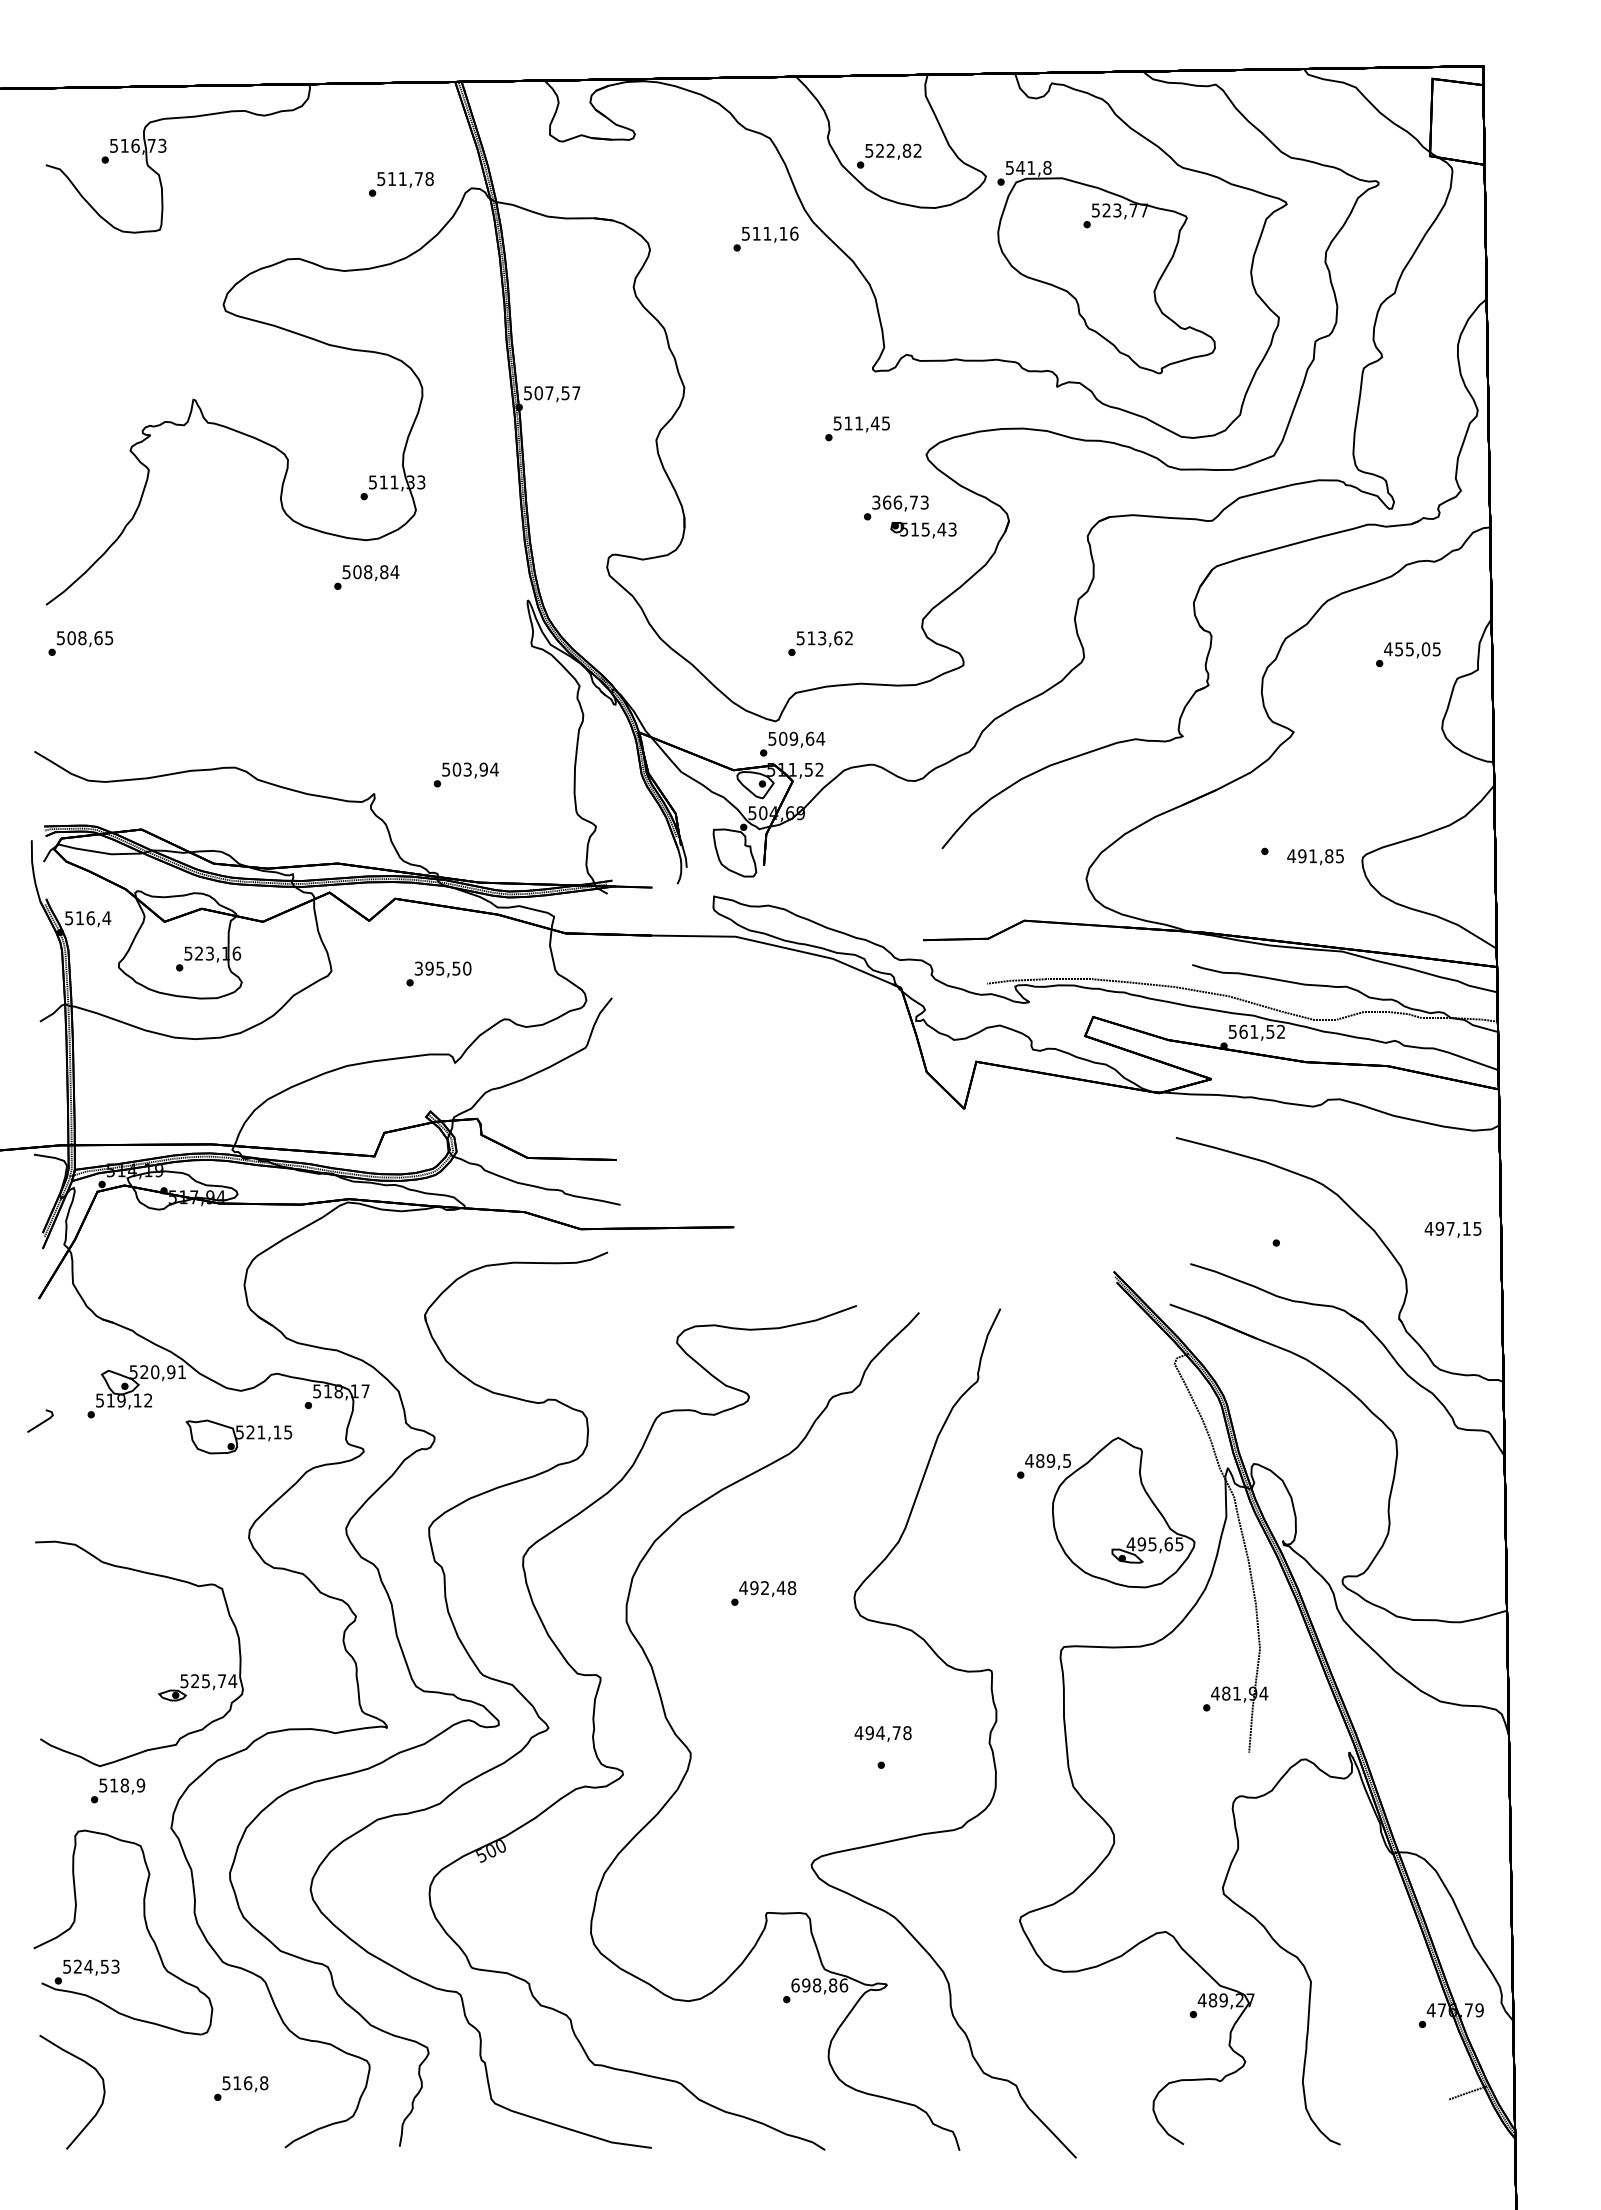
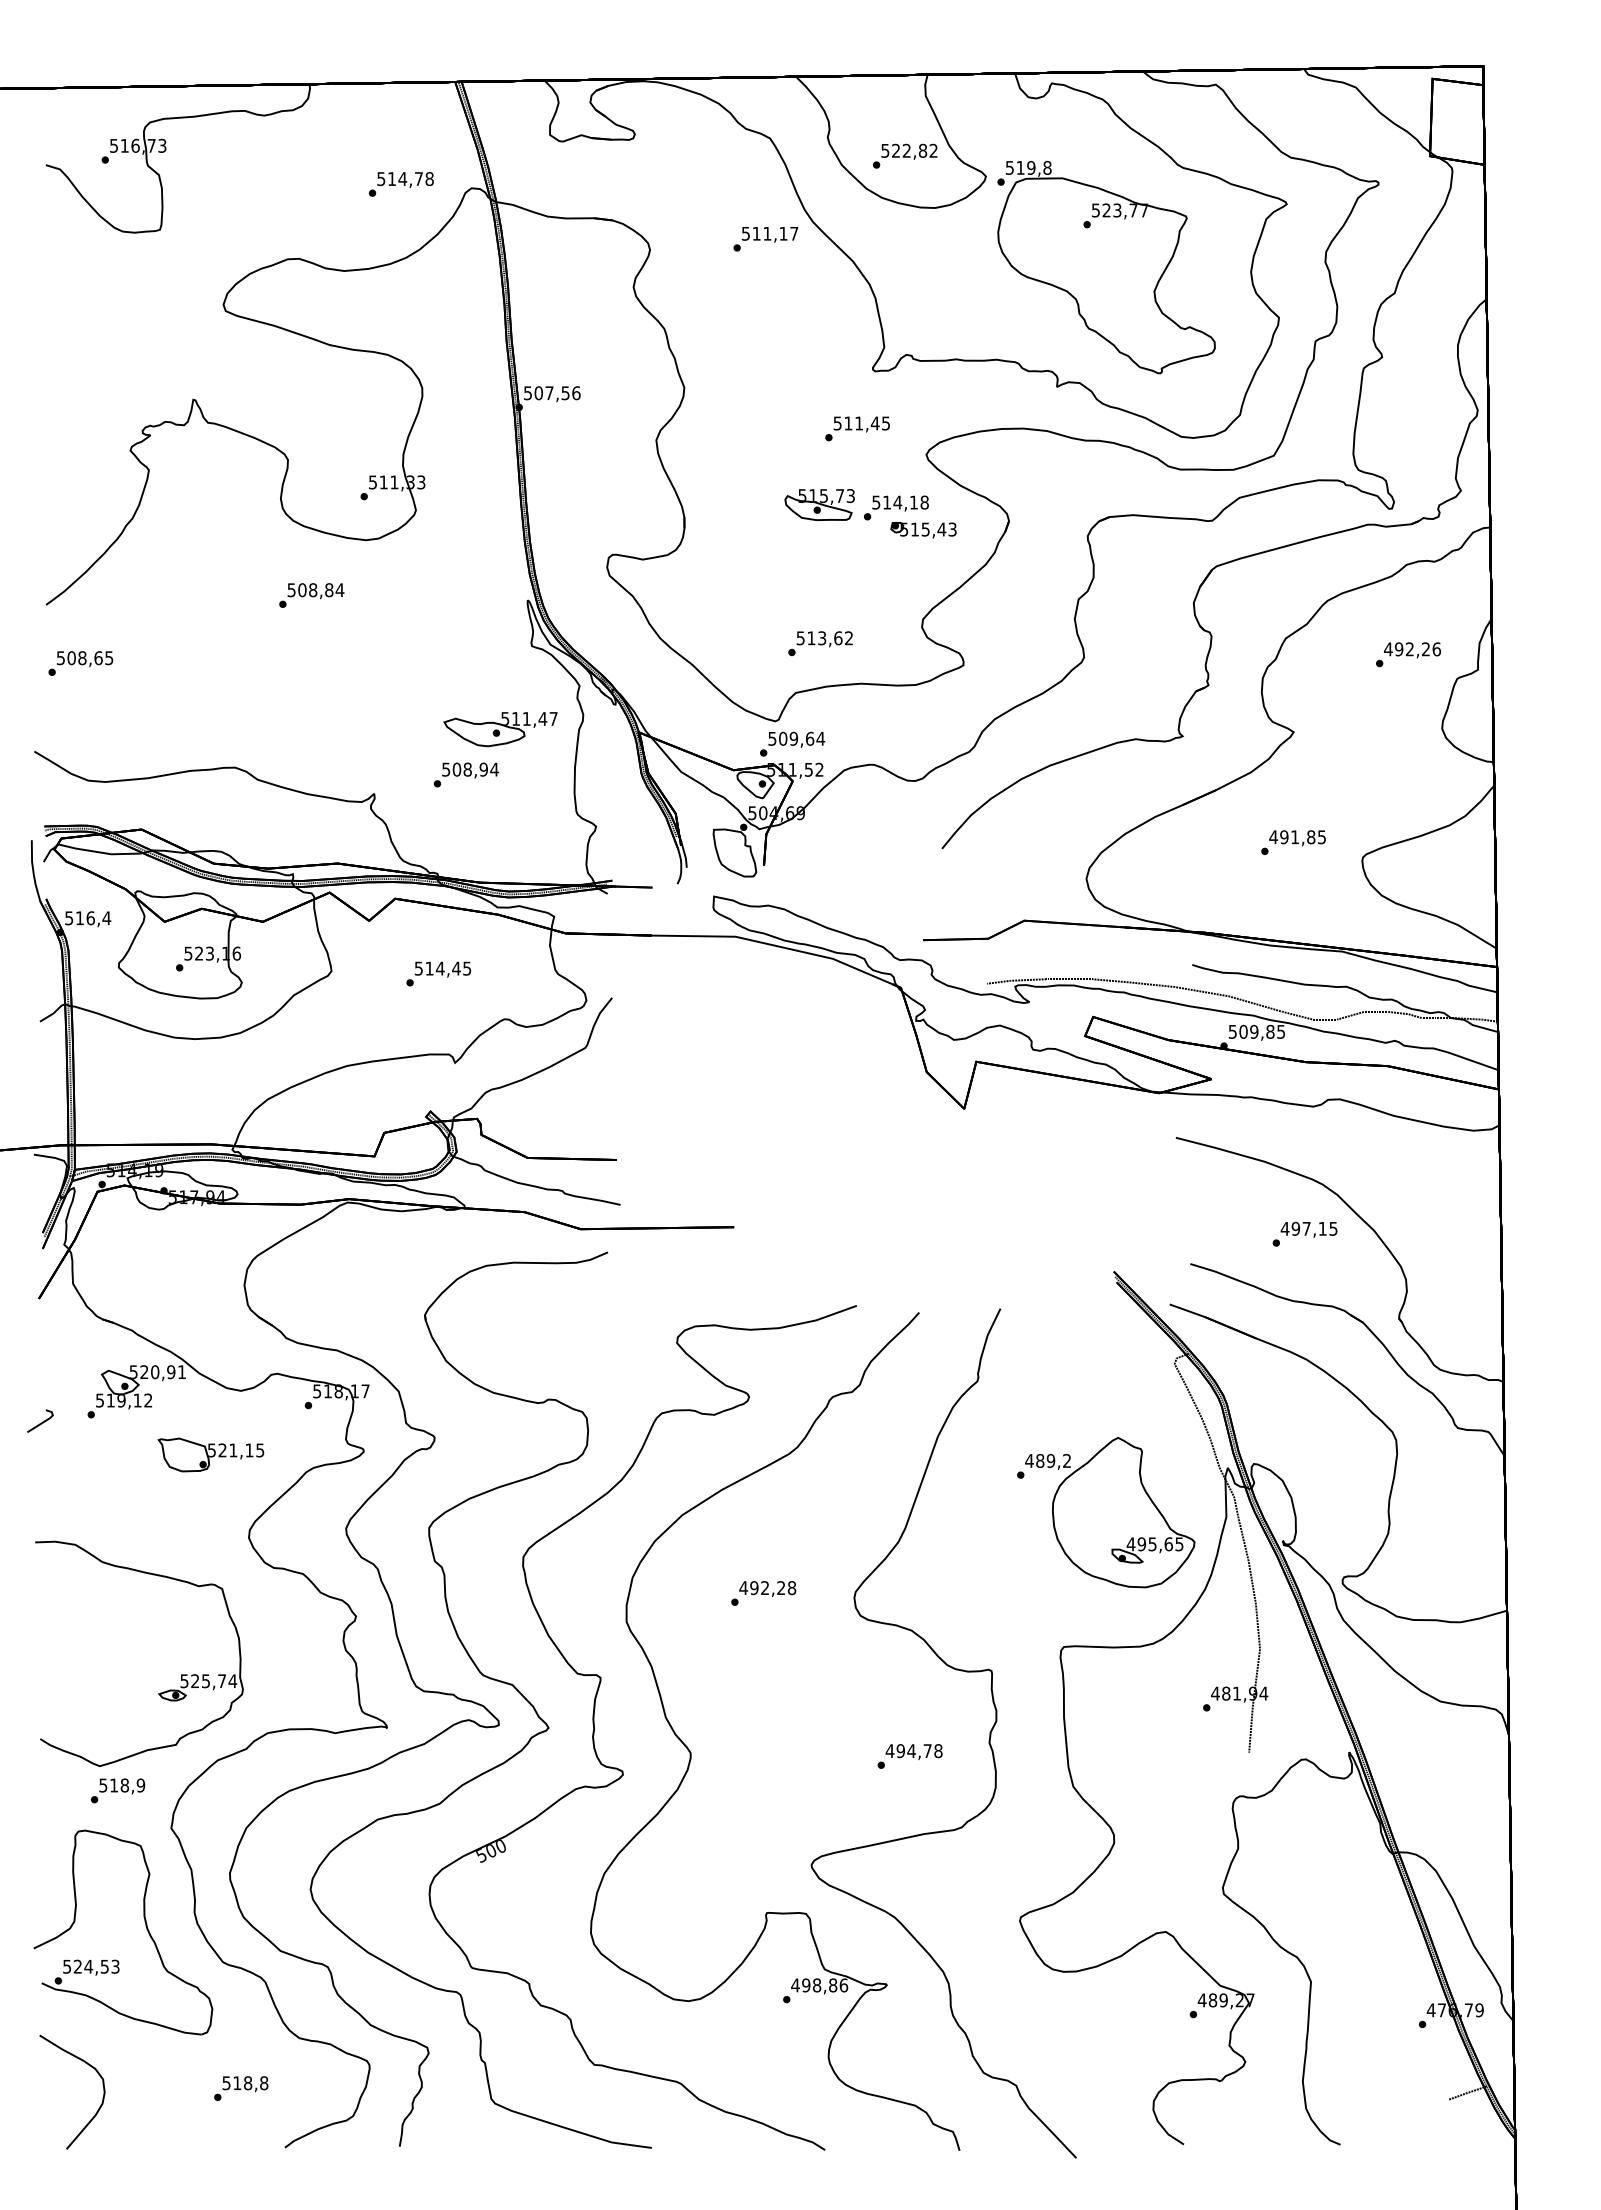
text at (889, 155) position: (889, 155) -> (905, 155)
text at (1025, 167): 541,8 -> 519,8
text at (402, 178): 511,78 -> 514,78
text at (794, 233): 511,16 -> 511,17
text at (576, 393): 507,57 -> 507,56
text at (900, 502): 366,73 -> 514,18
part at (819, 504): none -> present
text at (366, 577) position: (366, 577) -> (311, 595)
text at (80, 643) position: (80, 643) -> (80, 663)
text at (1418, 649): 455,05 -> 492,26
part at (500, 729): none -> present
text at (467, 769): 503,94 -> 508,94
text at (1315, 857) position: (1315, 857) -> (1297, 838)
text at (443, 968): 395,50 -> 514,45
text at (1262, 1031): 561,52 -> 509,85
text at (1452, 1229) position: (1452, 1229) -> (1308, 1229)
part at (238, 1436) position: (238, 1436) -> (210, 1454)
text at (1066, 1460): 489,5 -> 489,2
text at (780, 1587): 492,48 -> 492,28
text at (882, 1733) position: (882, 1733) -> (913, 1751)
text at (795, 1985): 698,86 -> 498,86
text at (248, 2082): 516,8 -> 518,8
